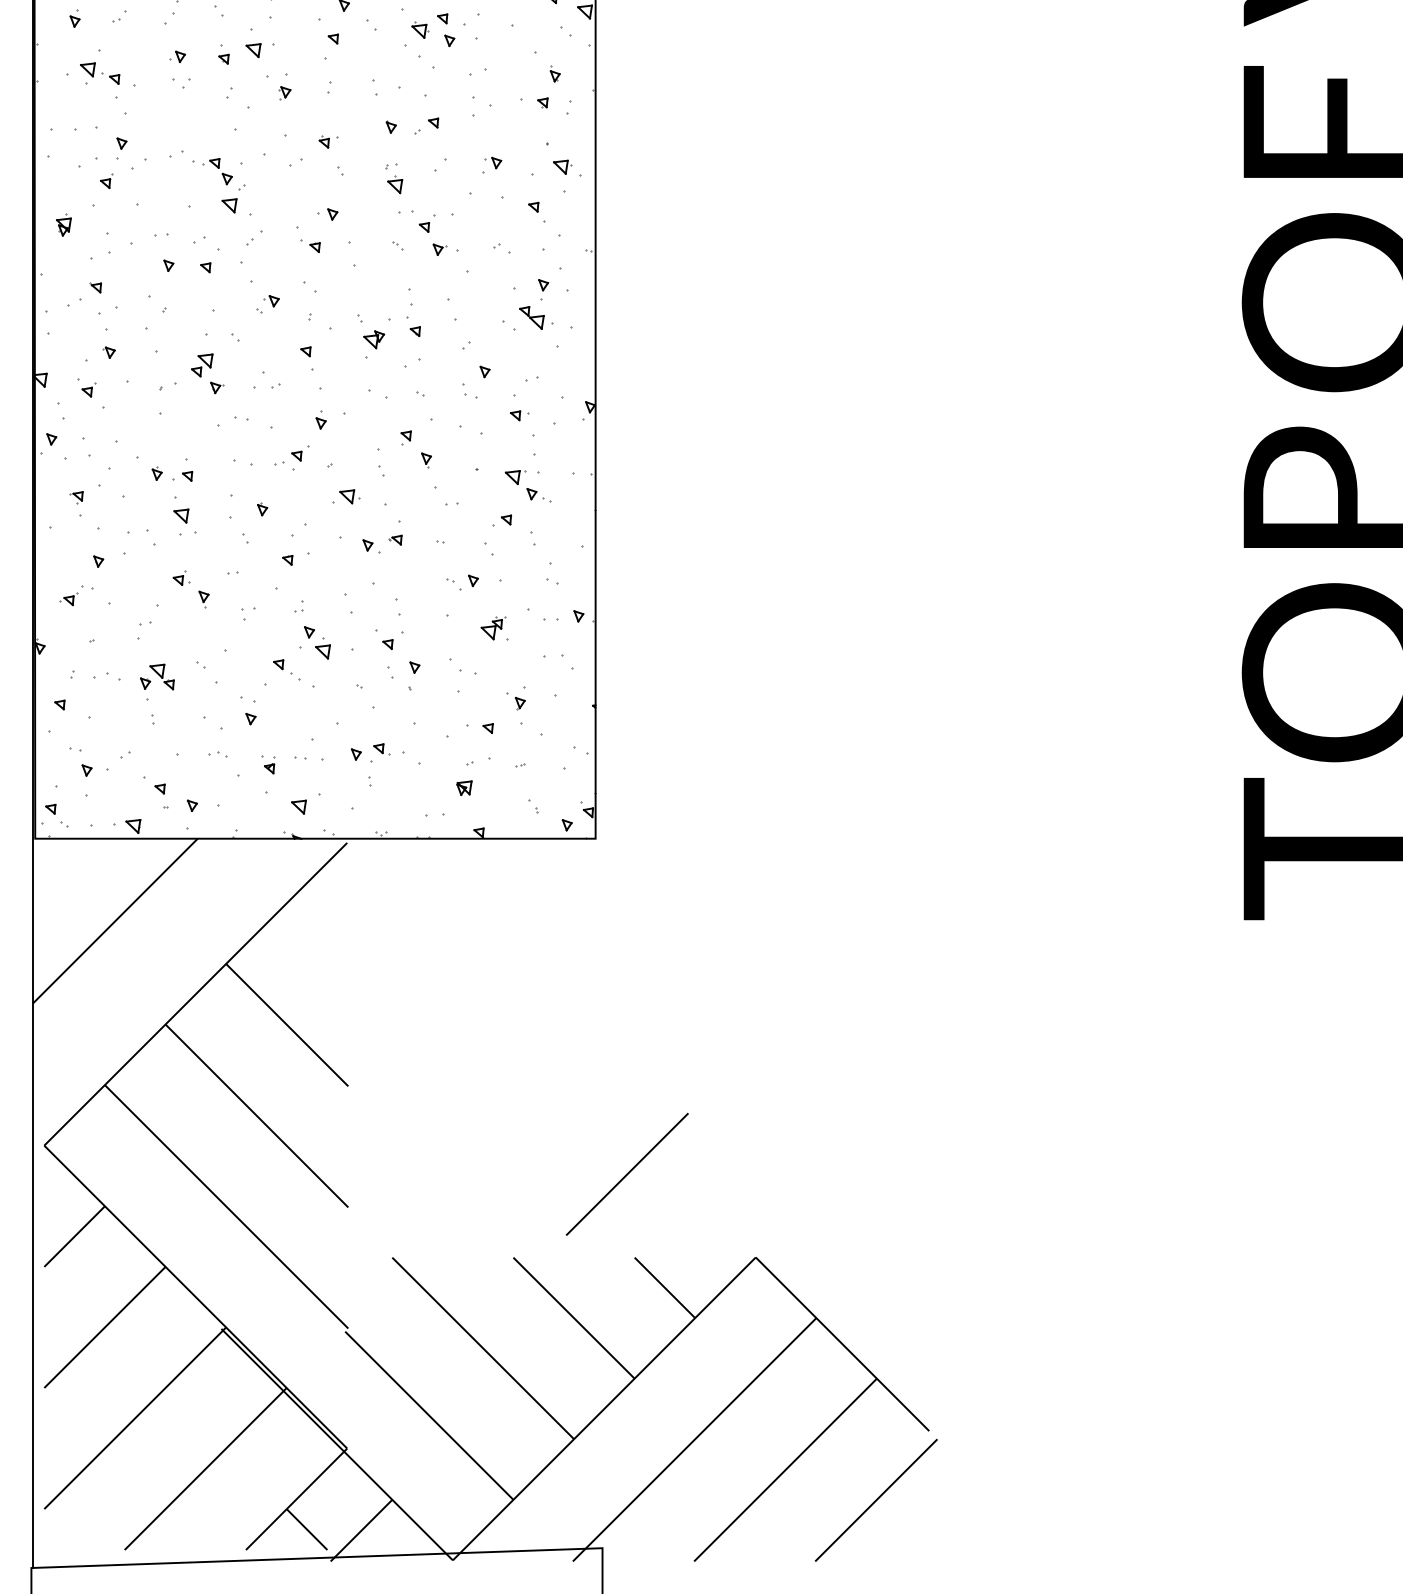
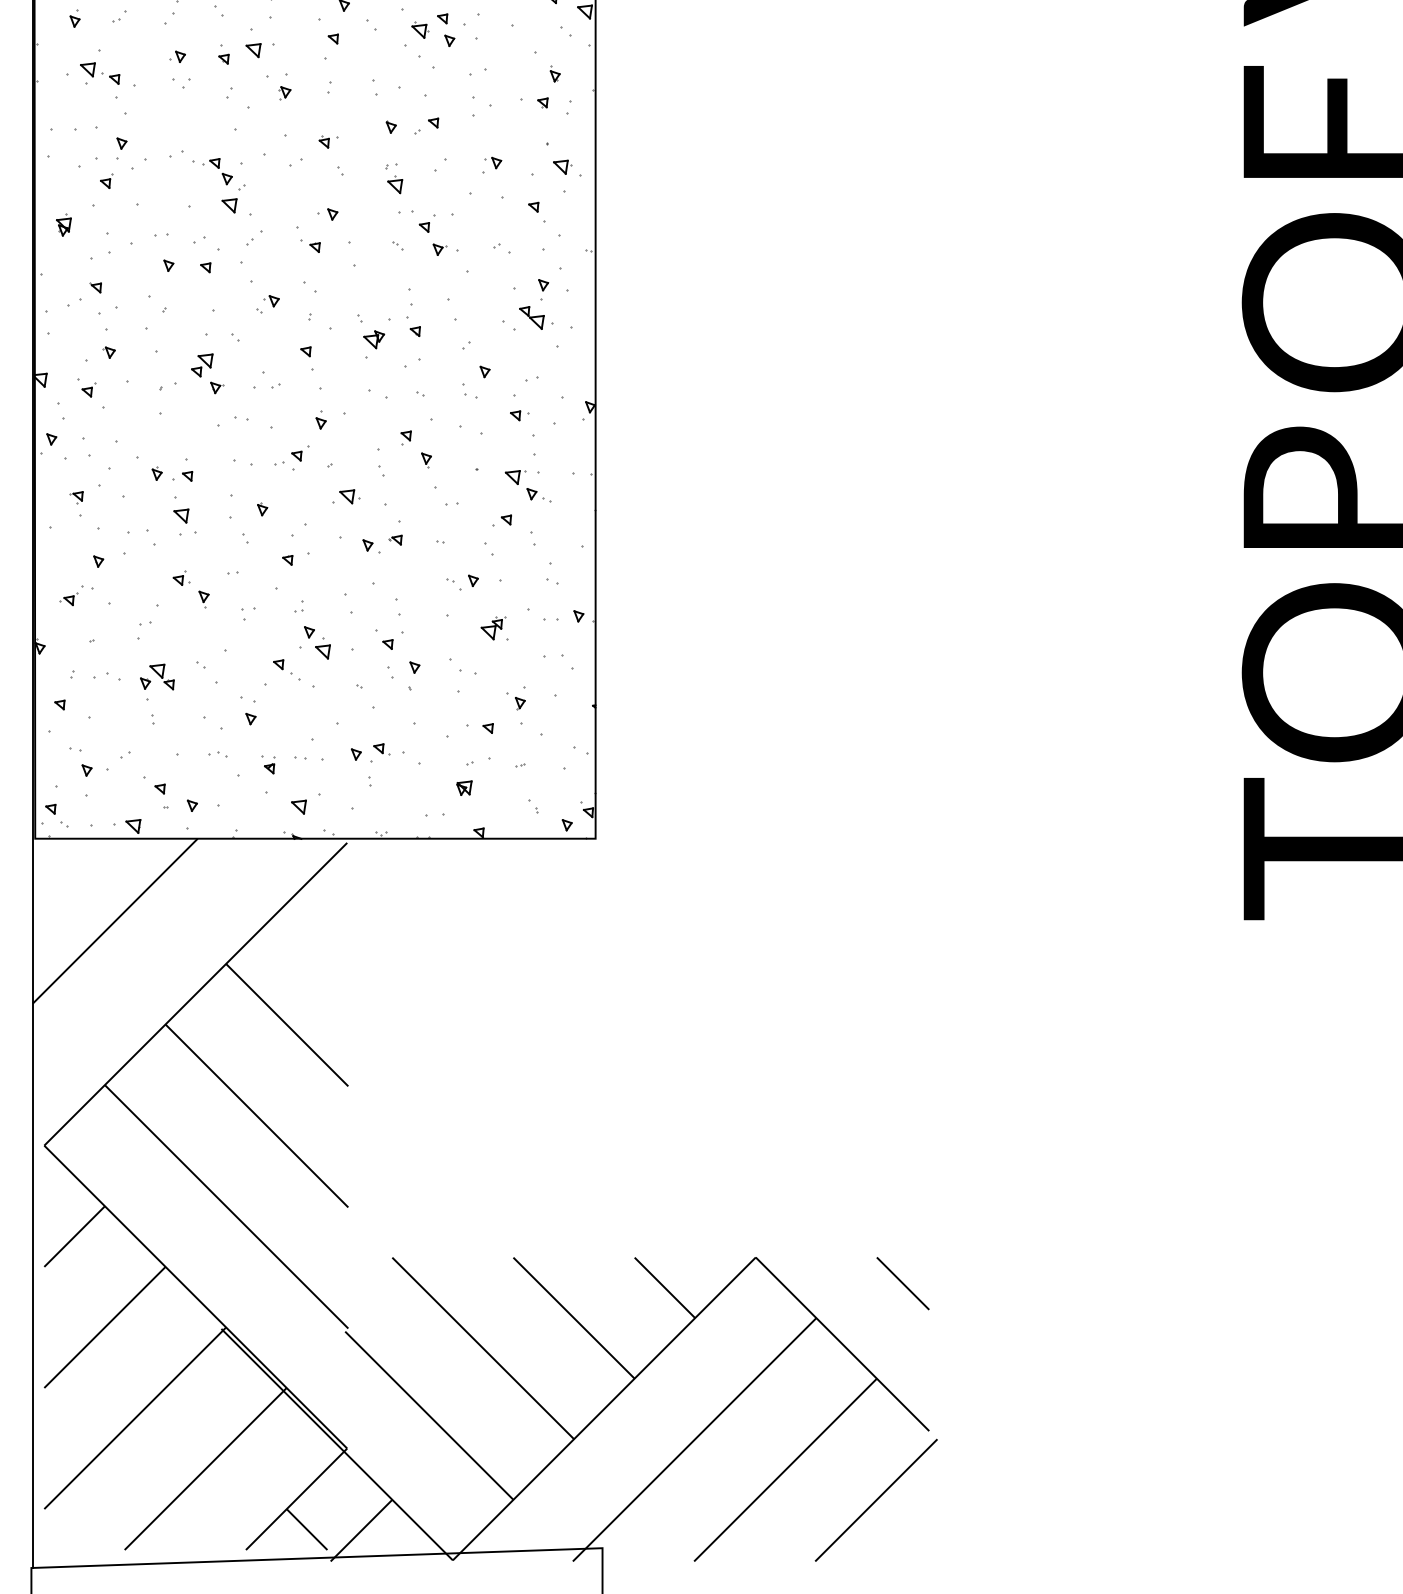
line at (626, 1173): present -> none
line at (902, 1283): none -> present
